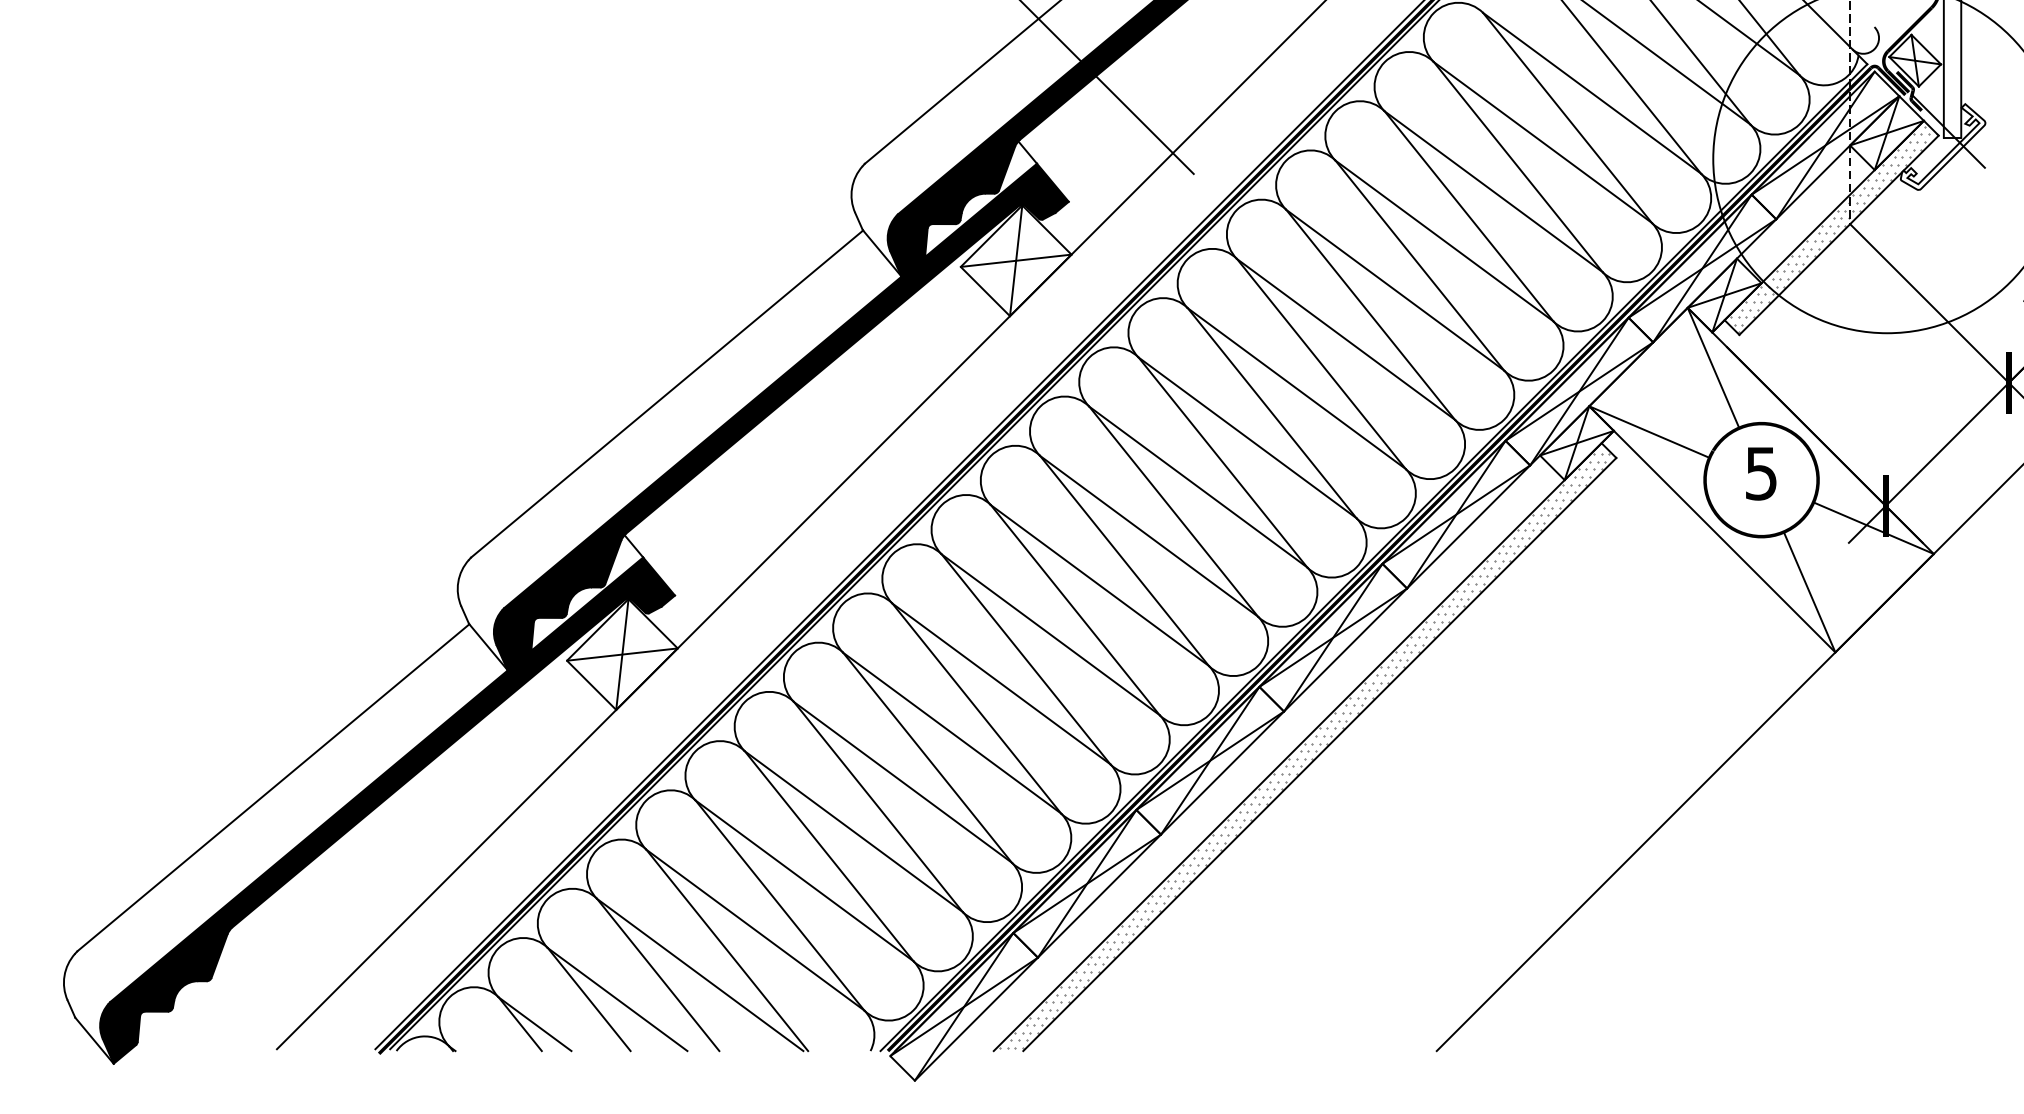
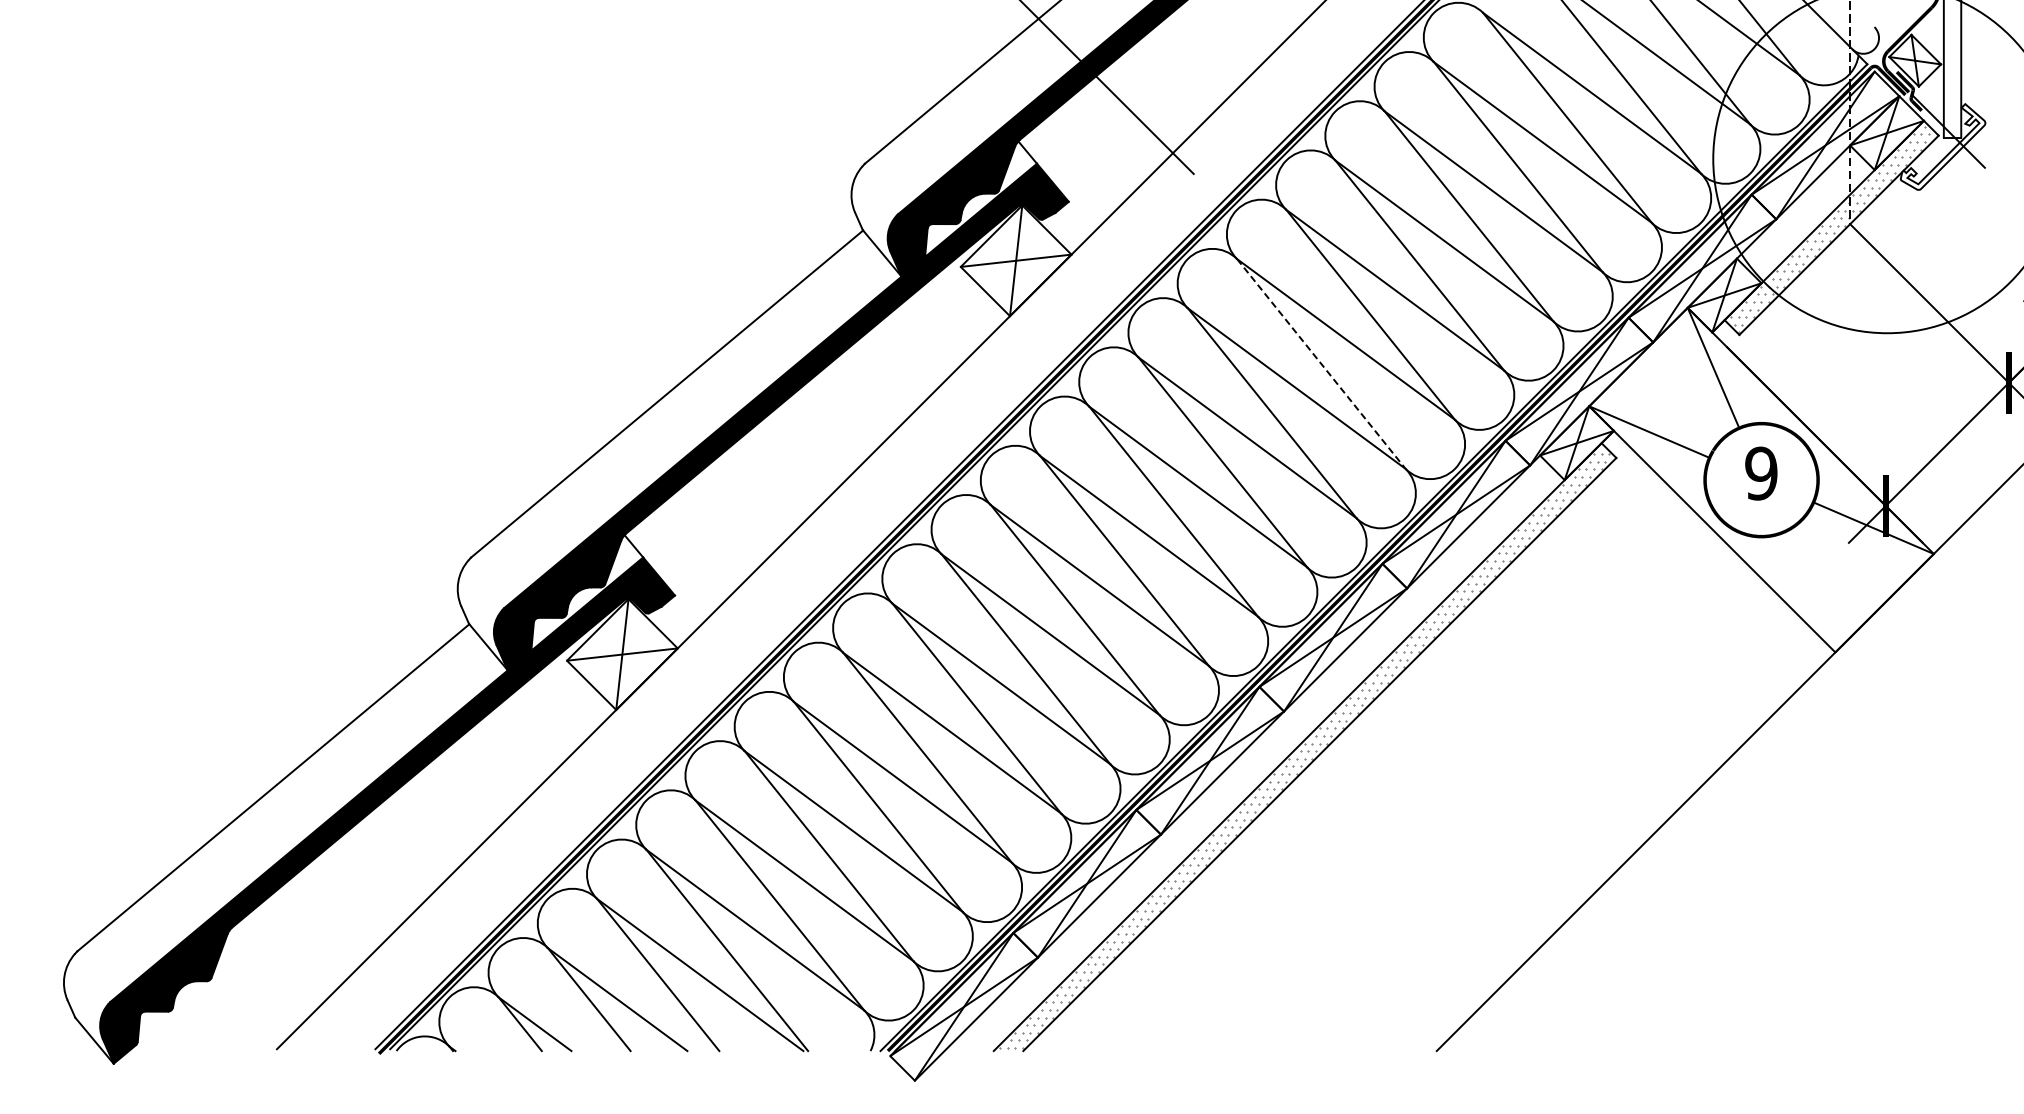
line at (1321, 364): solid -> dashed
text at (1761, 473): 5 -> 9
line at (1809, 592): present -> none
